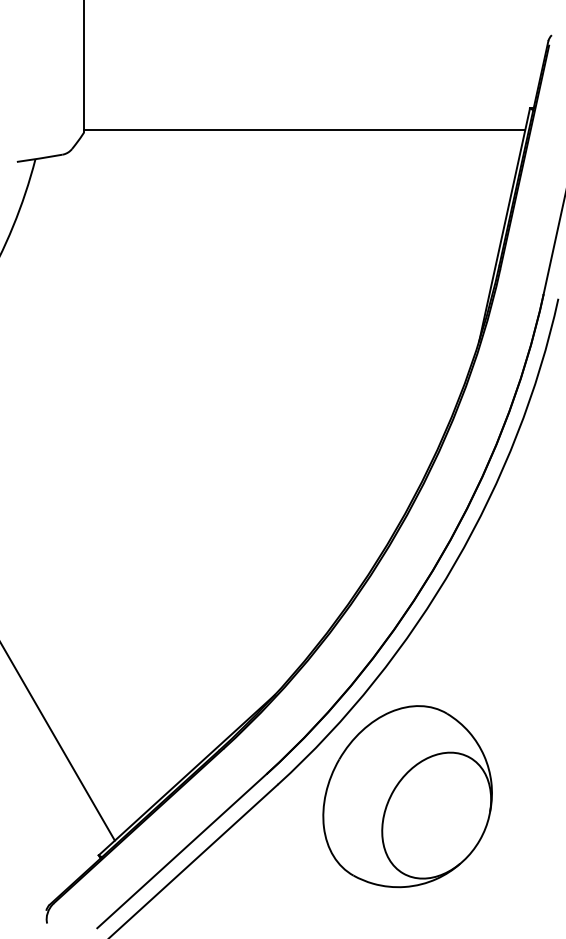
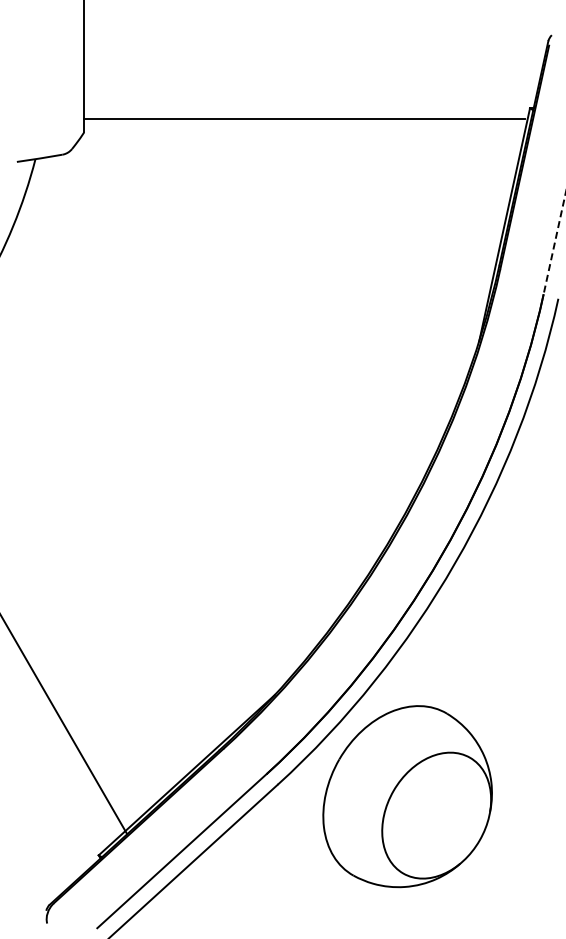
line at (304, 129) position: (304, 129) -> (304, 118)
line at (554, 243): solid -> dashed
line at (58, 742) position: (58, 742) -> (64, 725)
